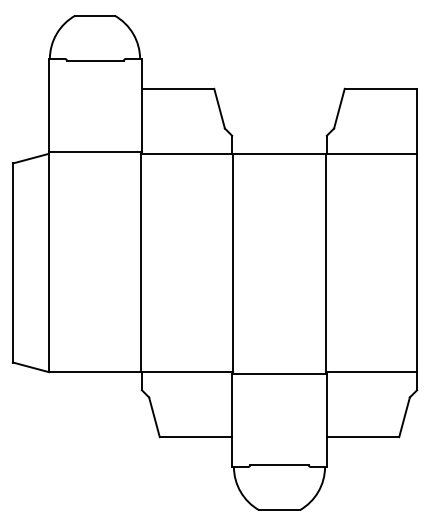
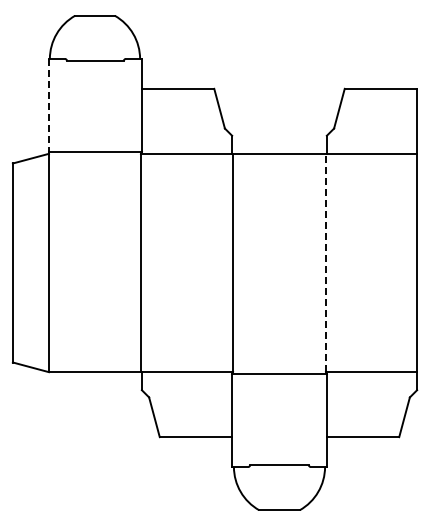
line at (48, 105): solid -> dashed
line at (325, 262): solid -> dashed
